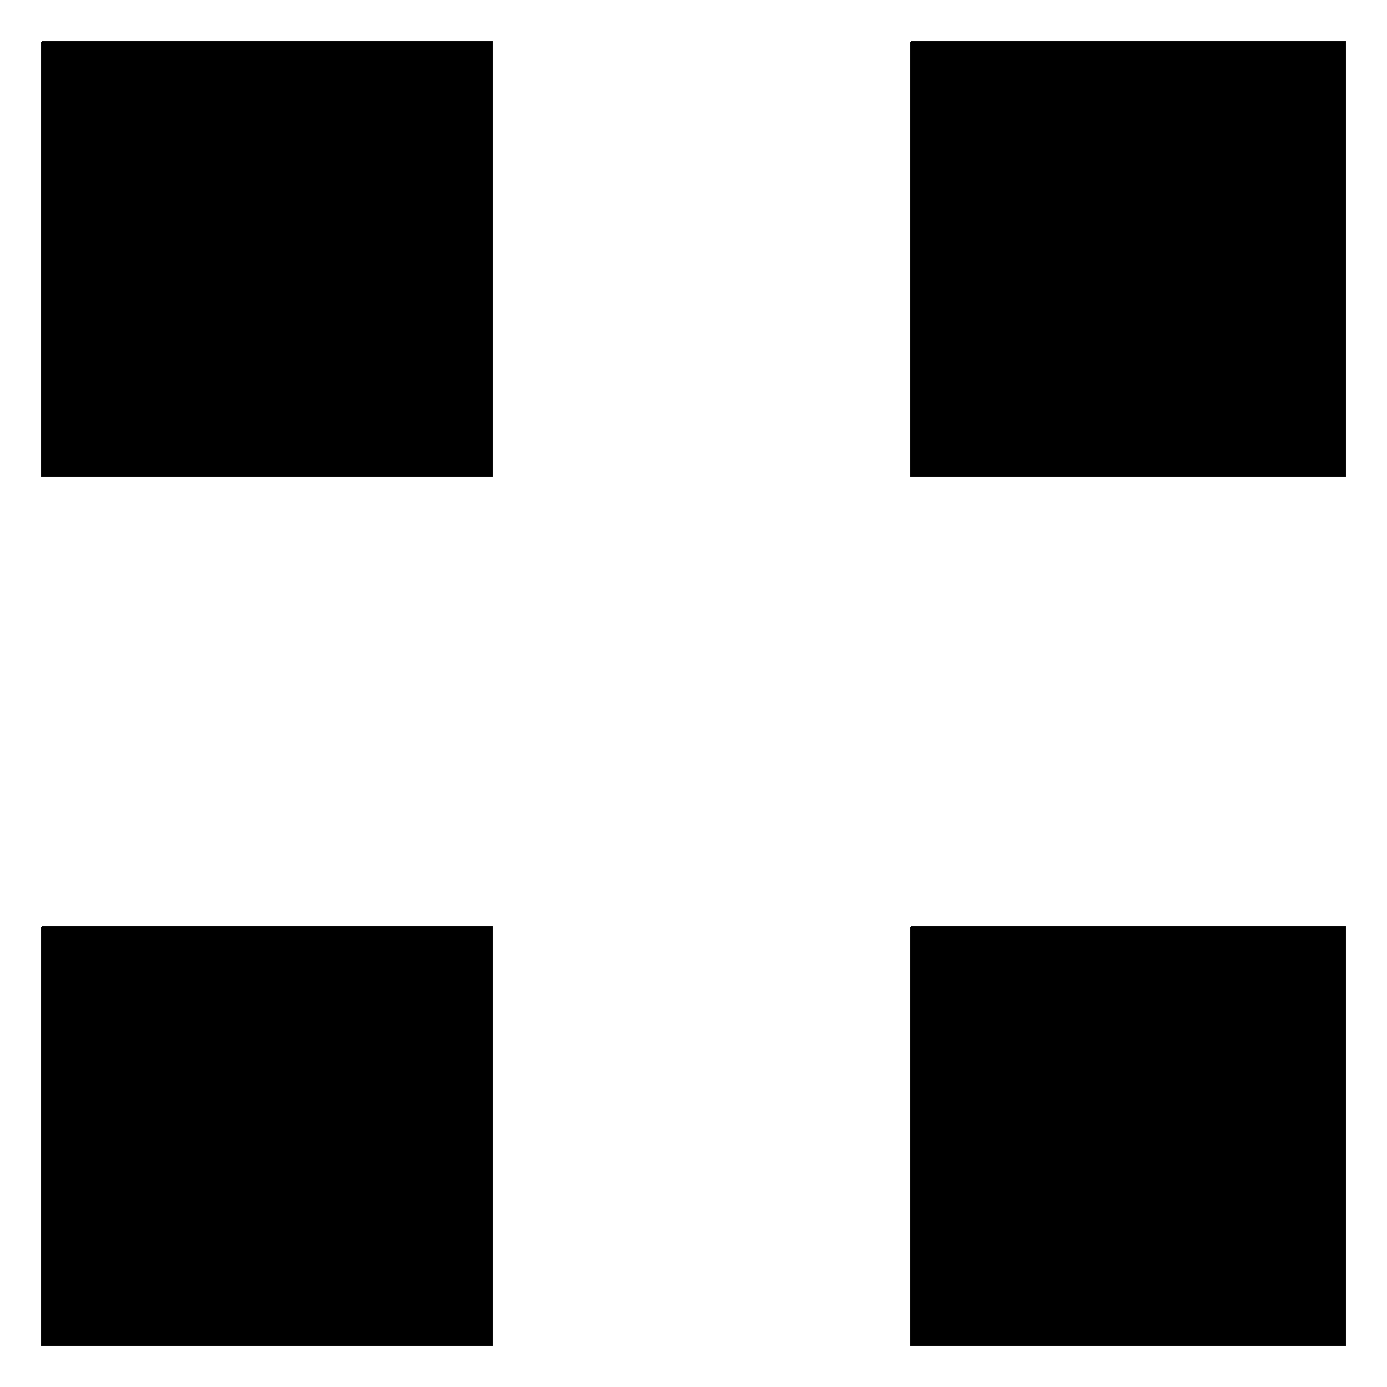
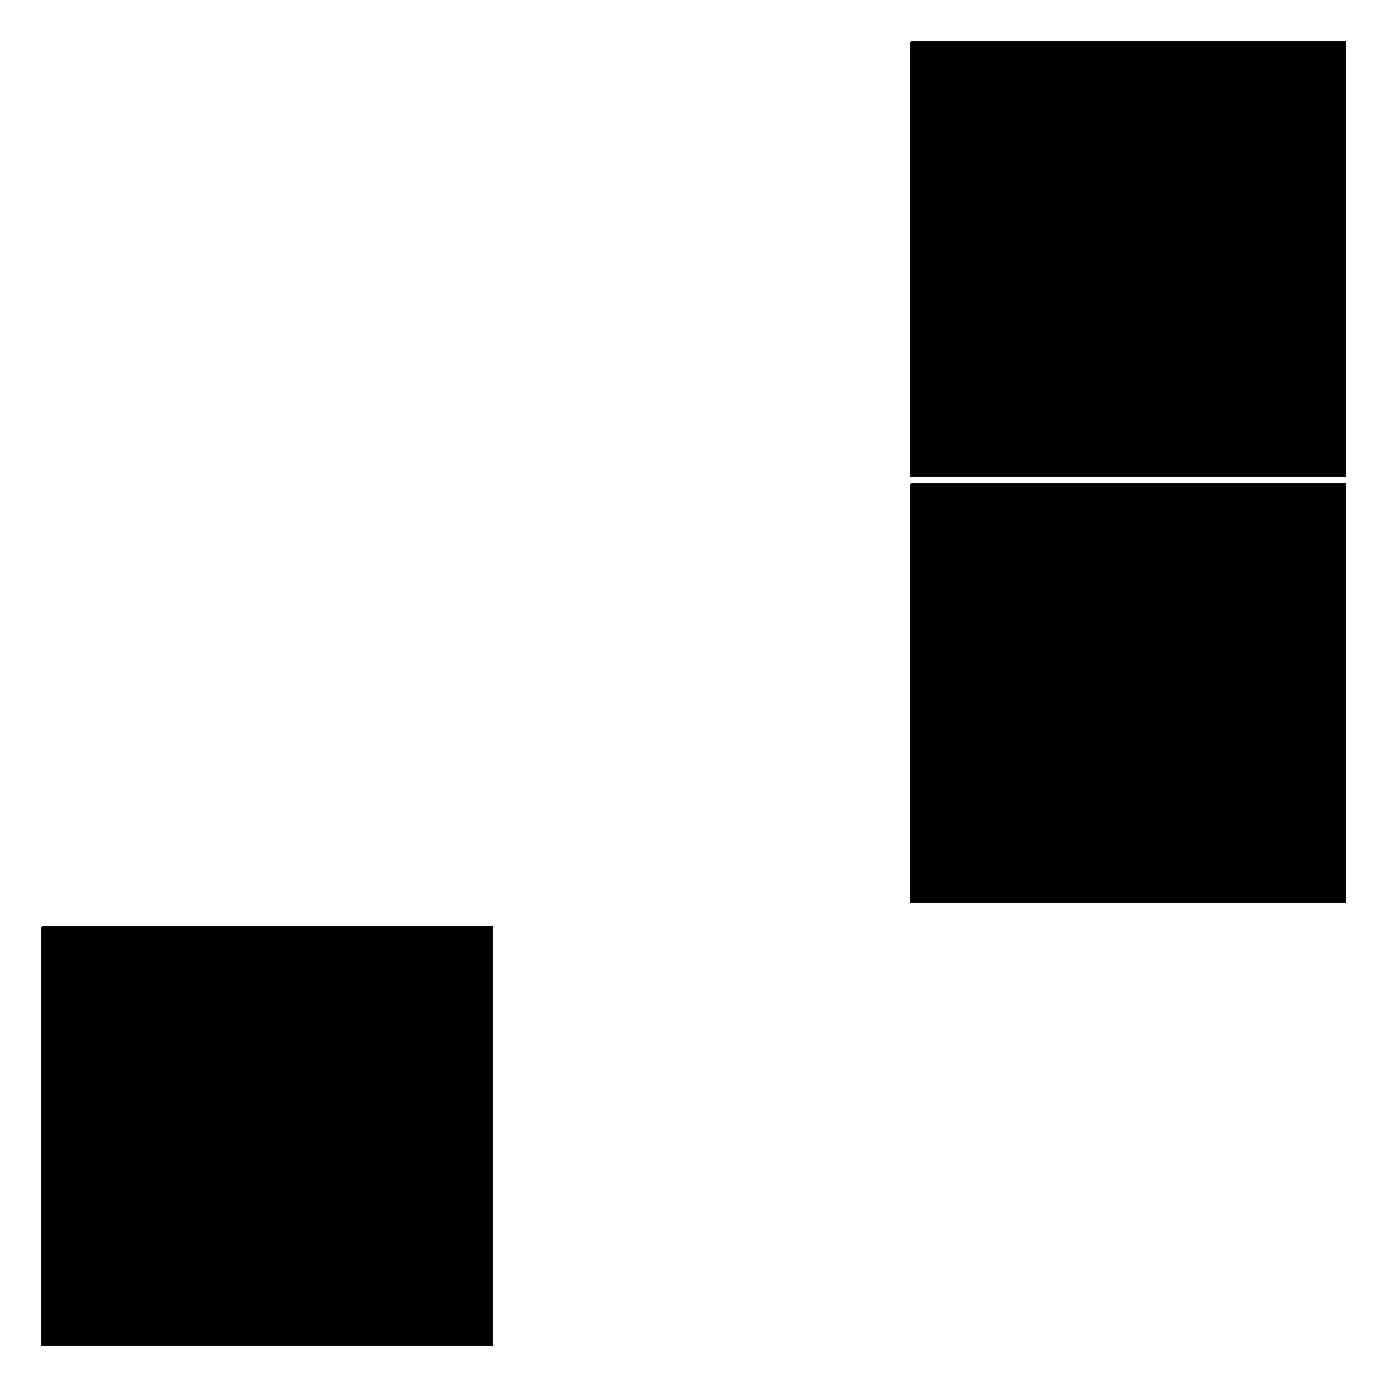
part at (266, 258): present -> none
part at (1127, 1135) position: (1127, 1135) -> (1127, 692)
